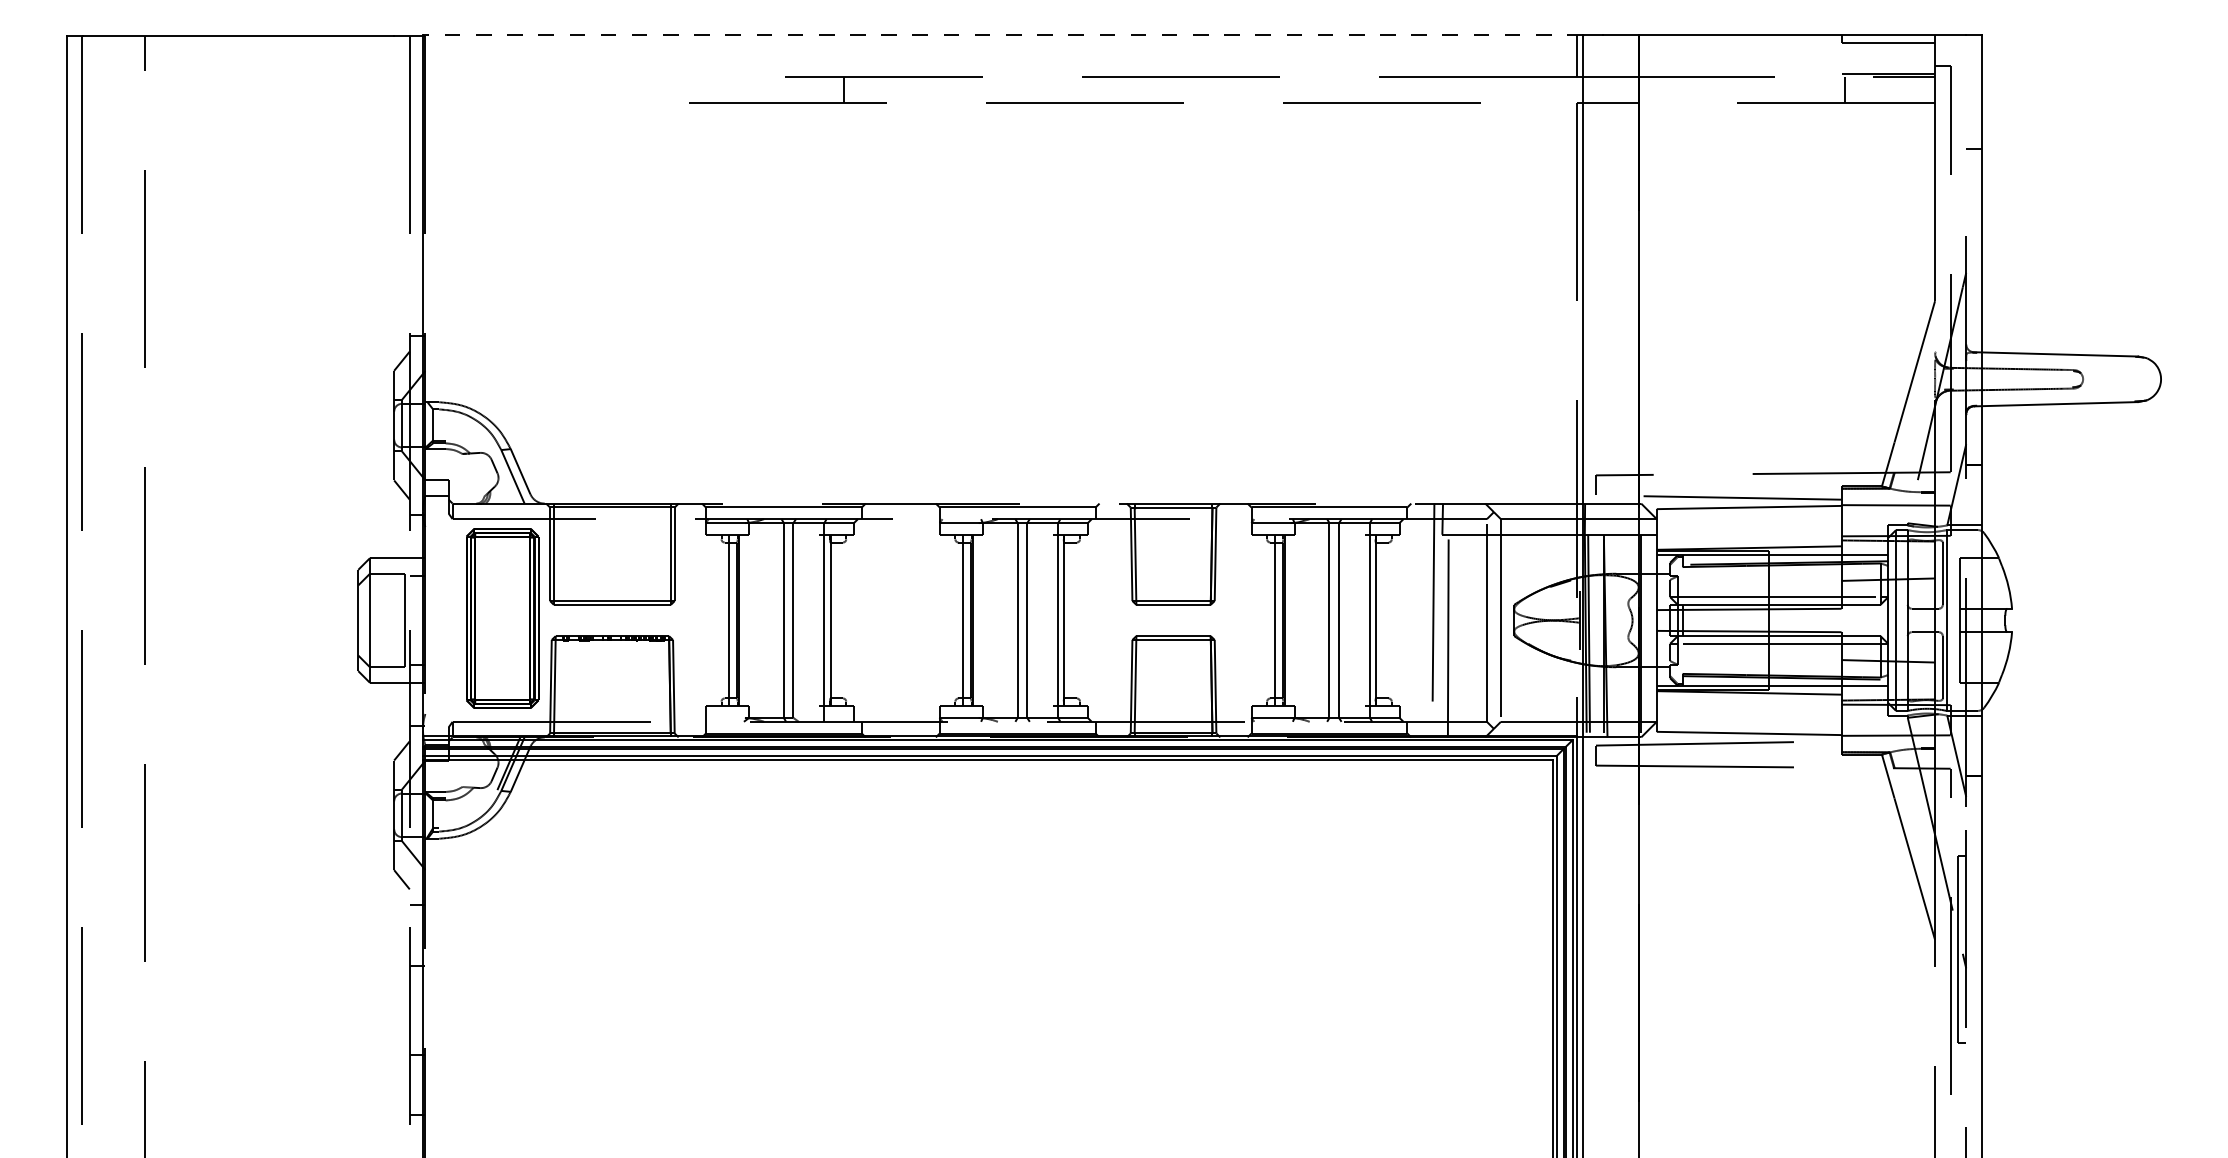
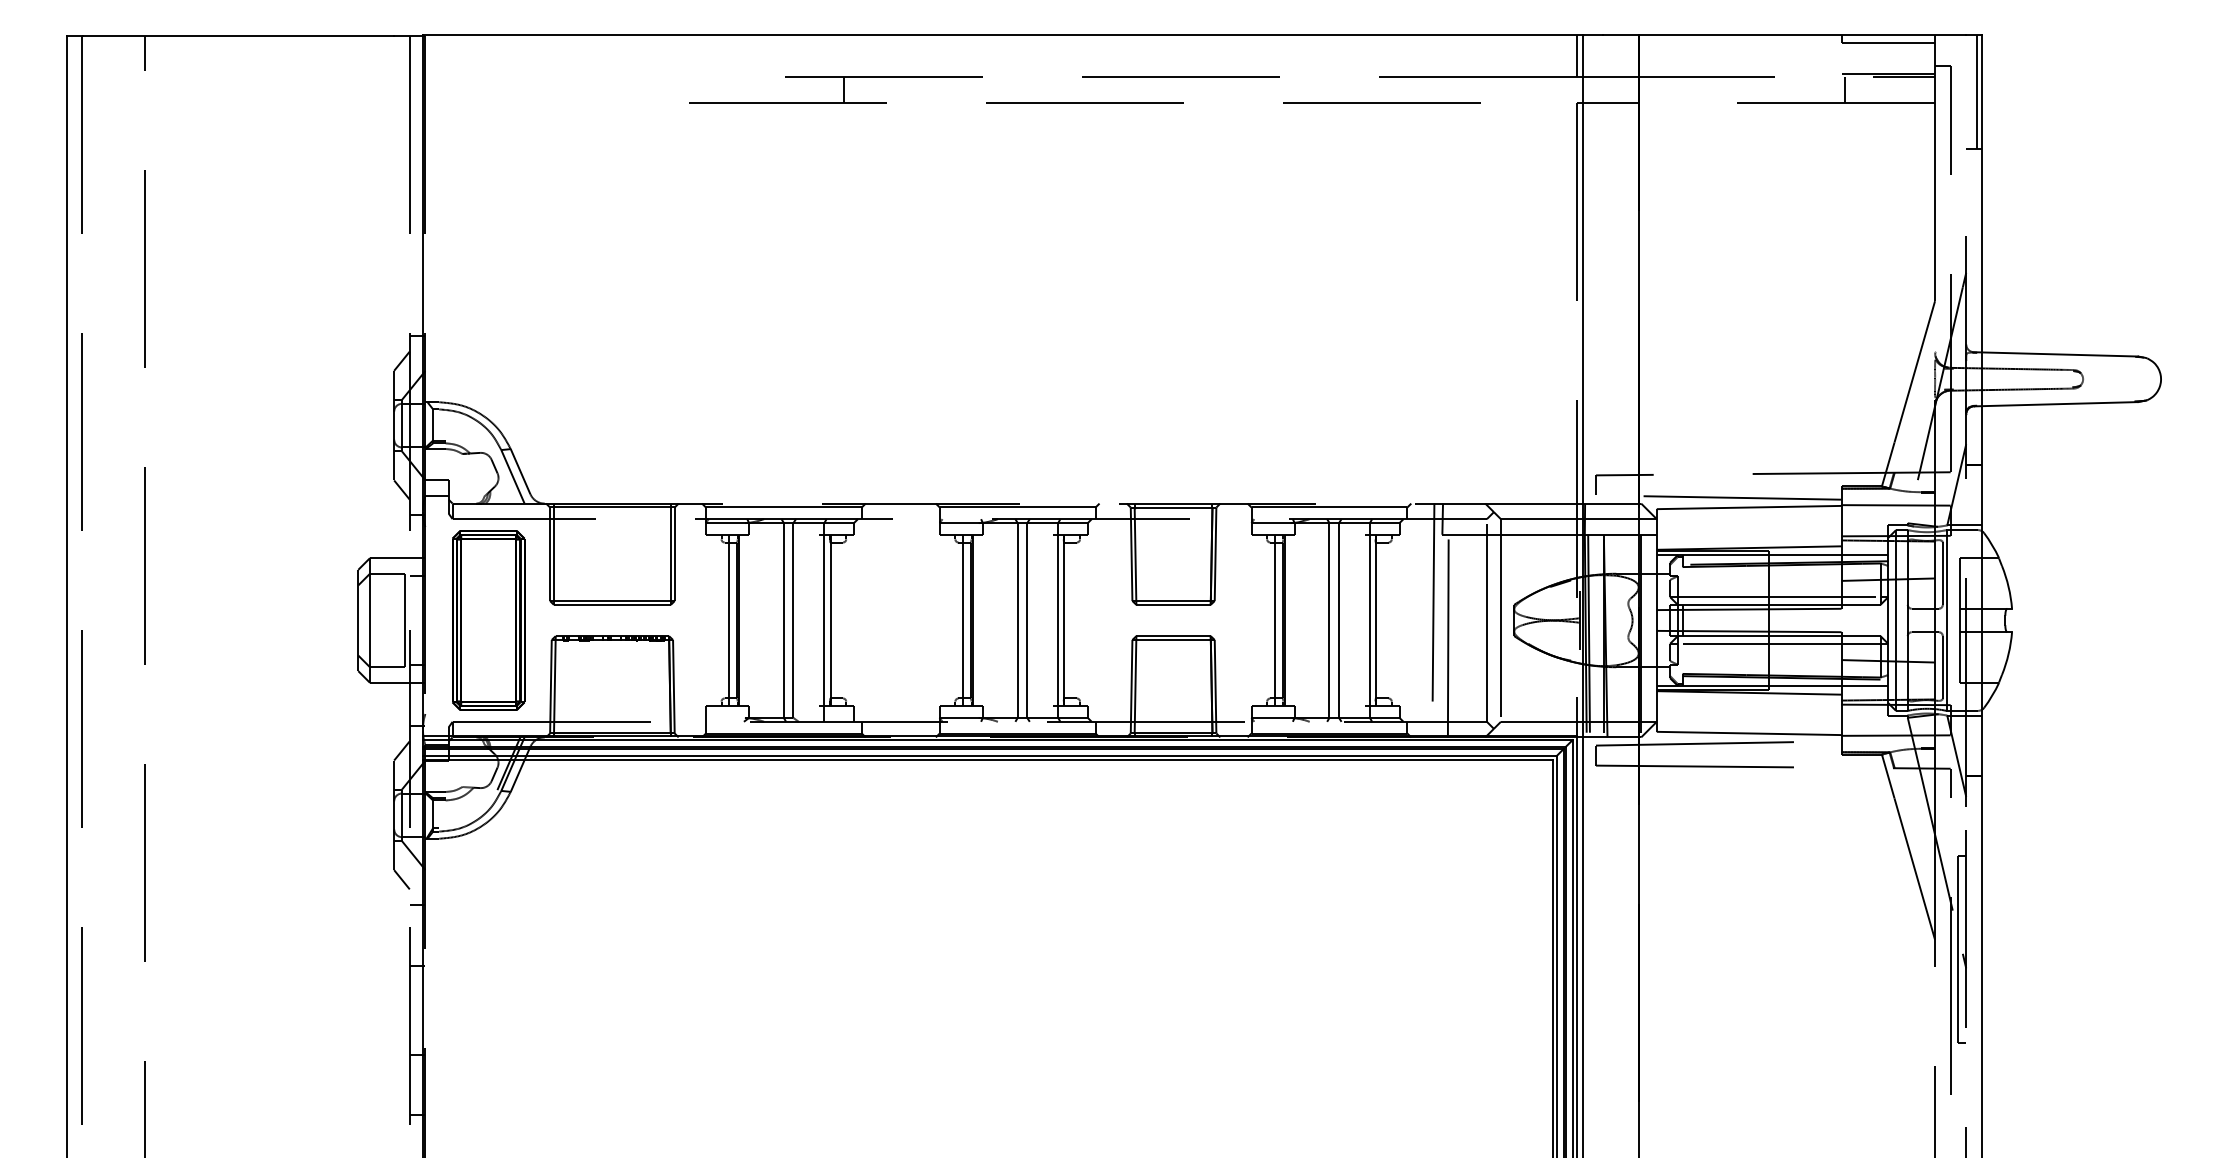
line at (1002, 34): dashed -> solid
line at (1977, 91): none -> present
part at (502, 618) position: (502, 618) -> (488, 620)
